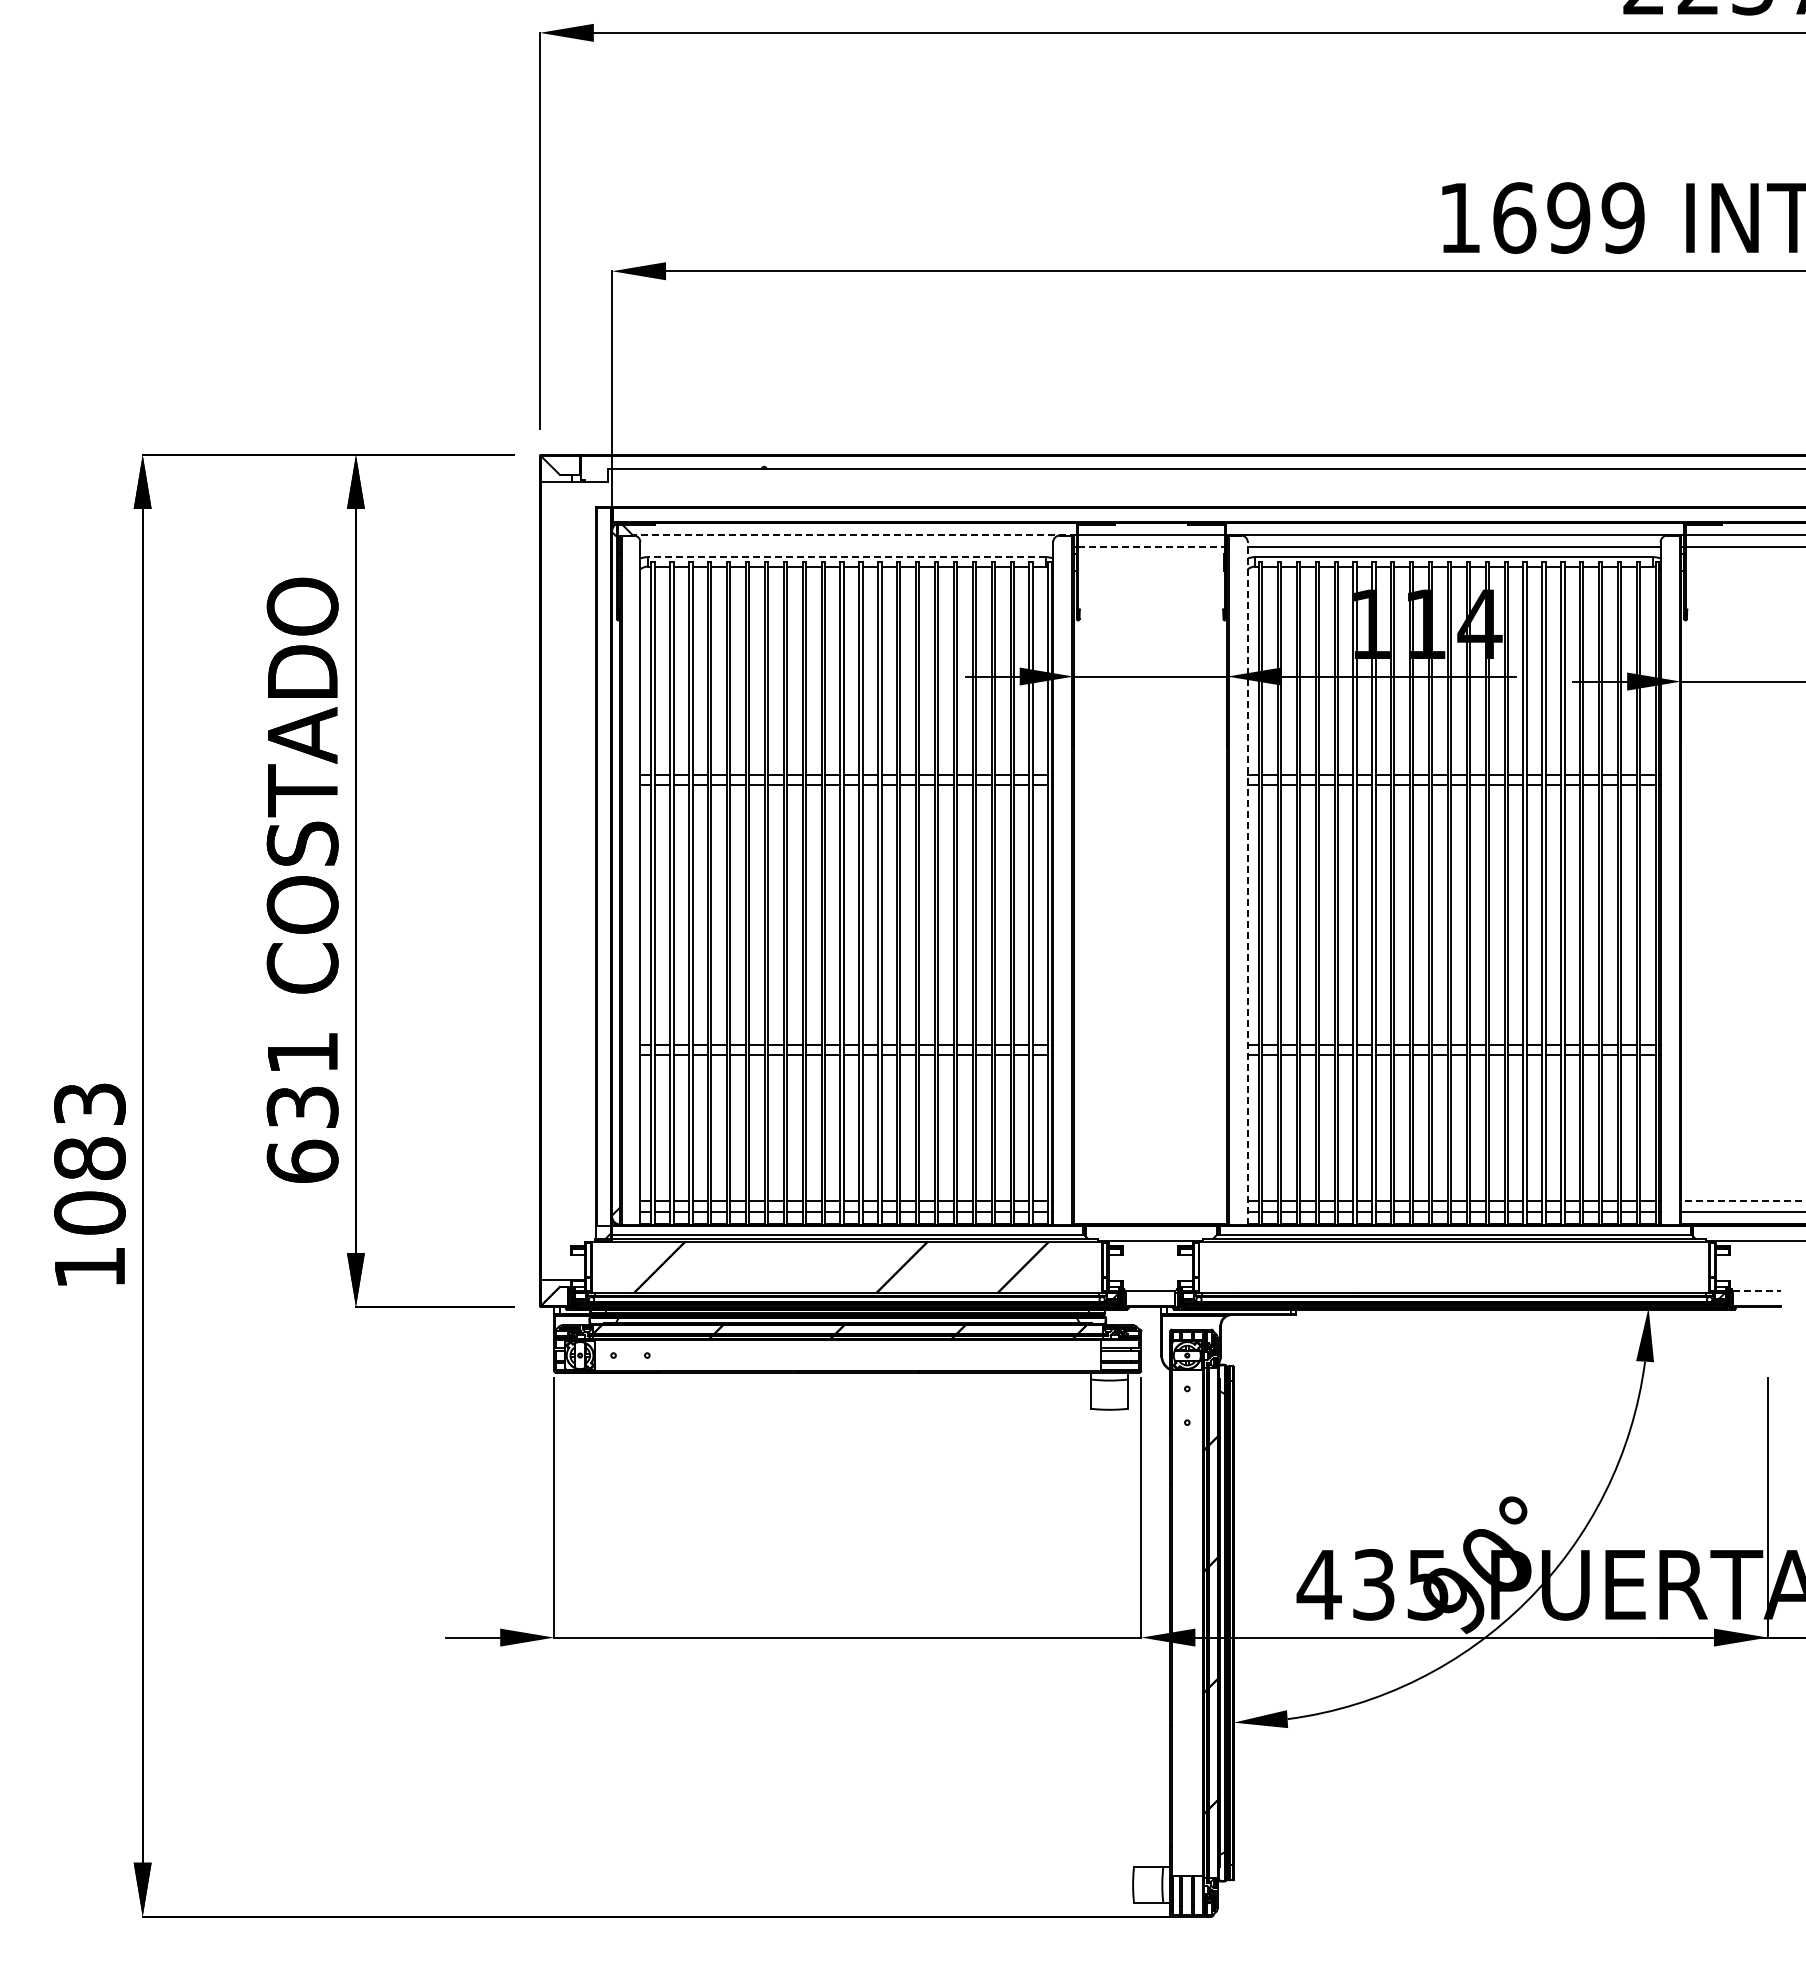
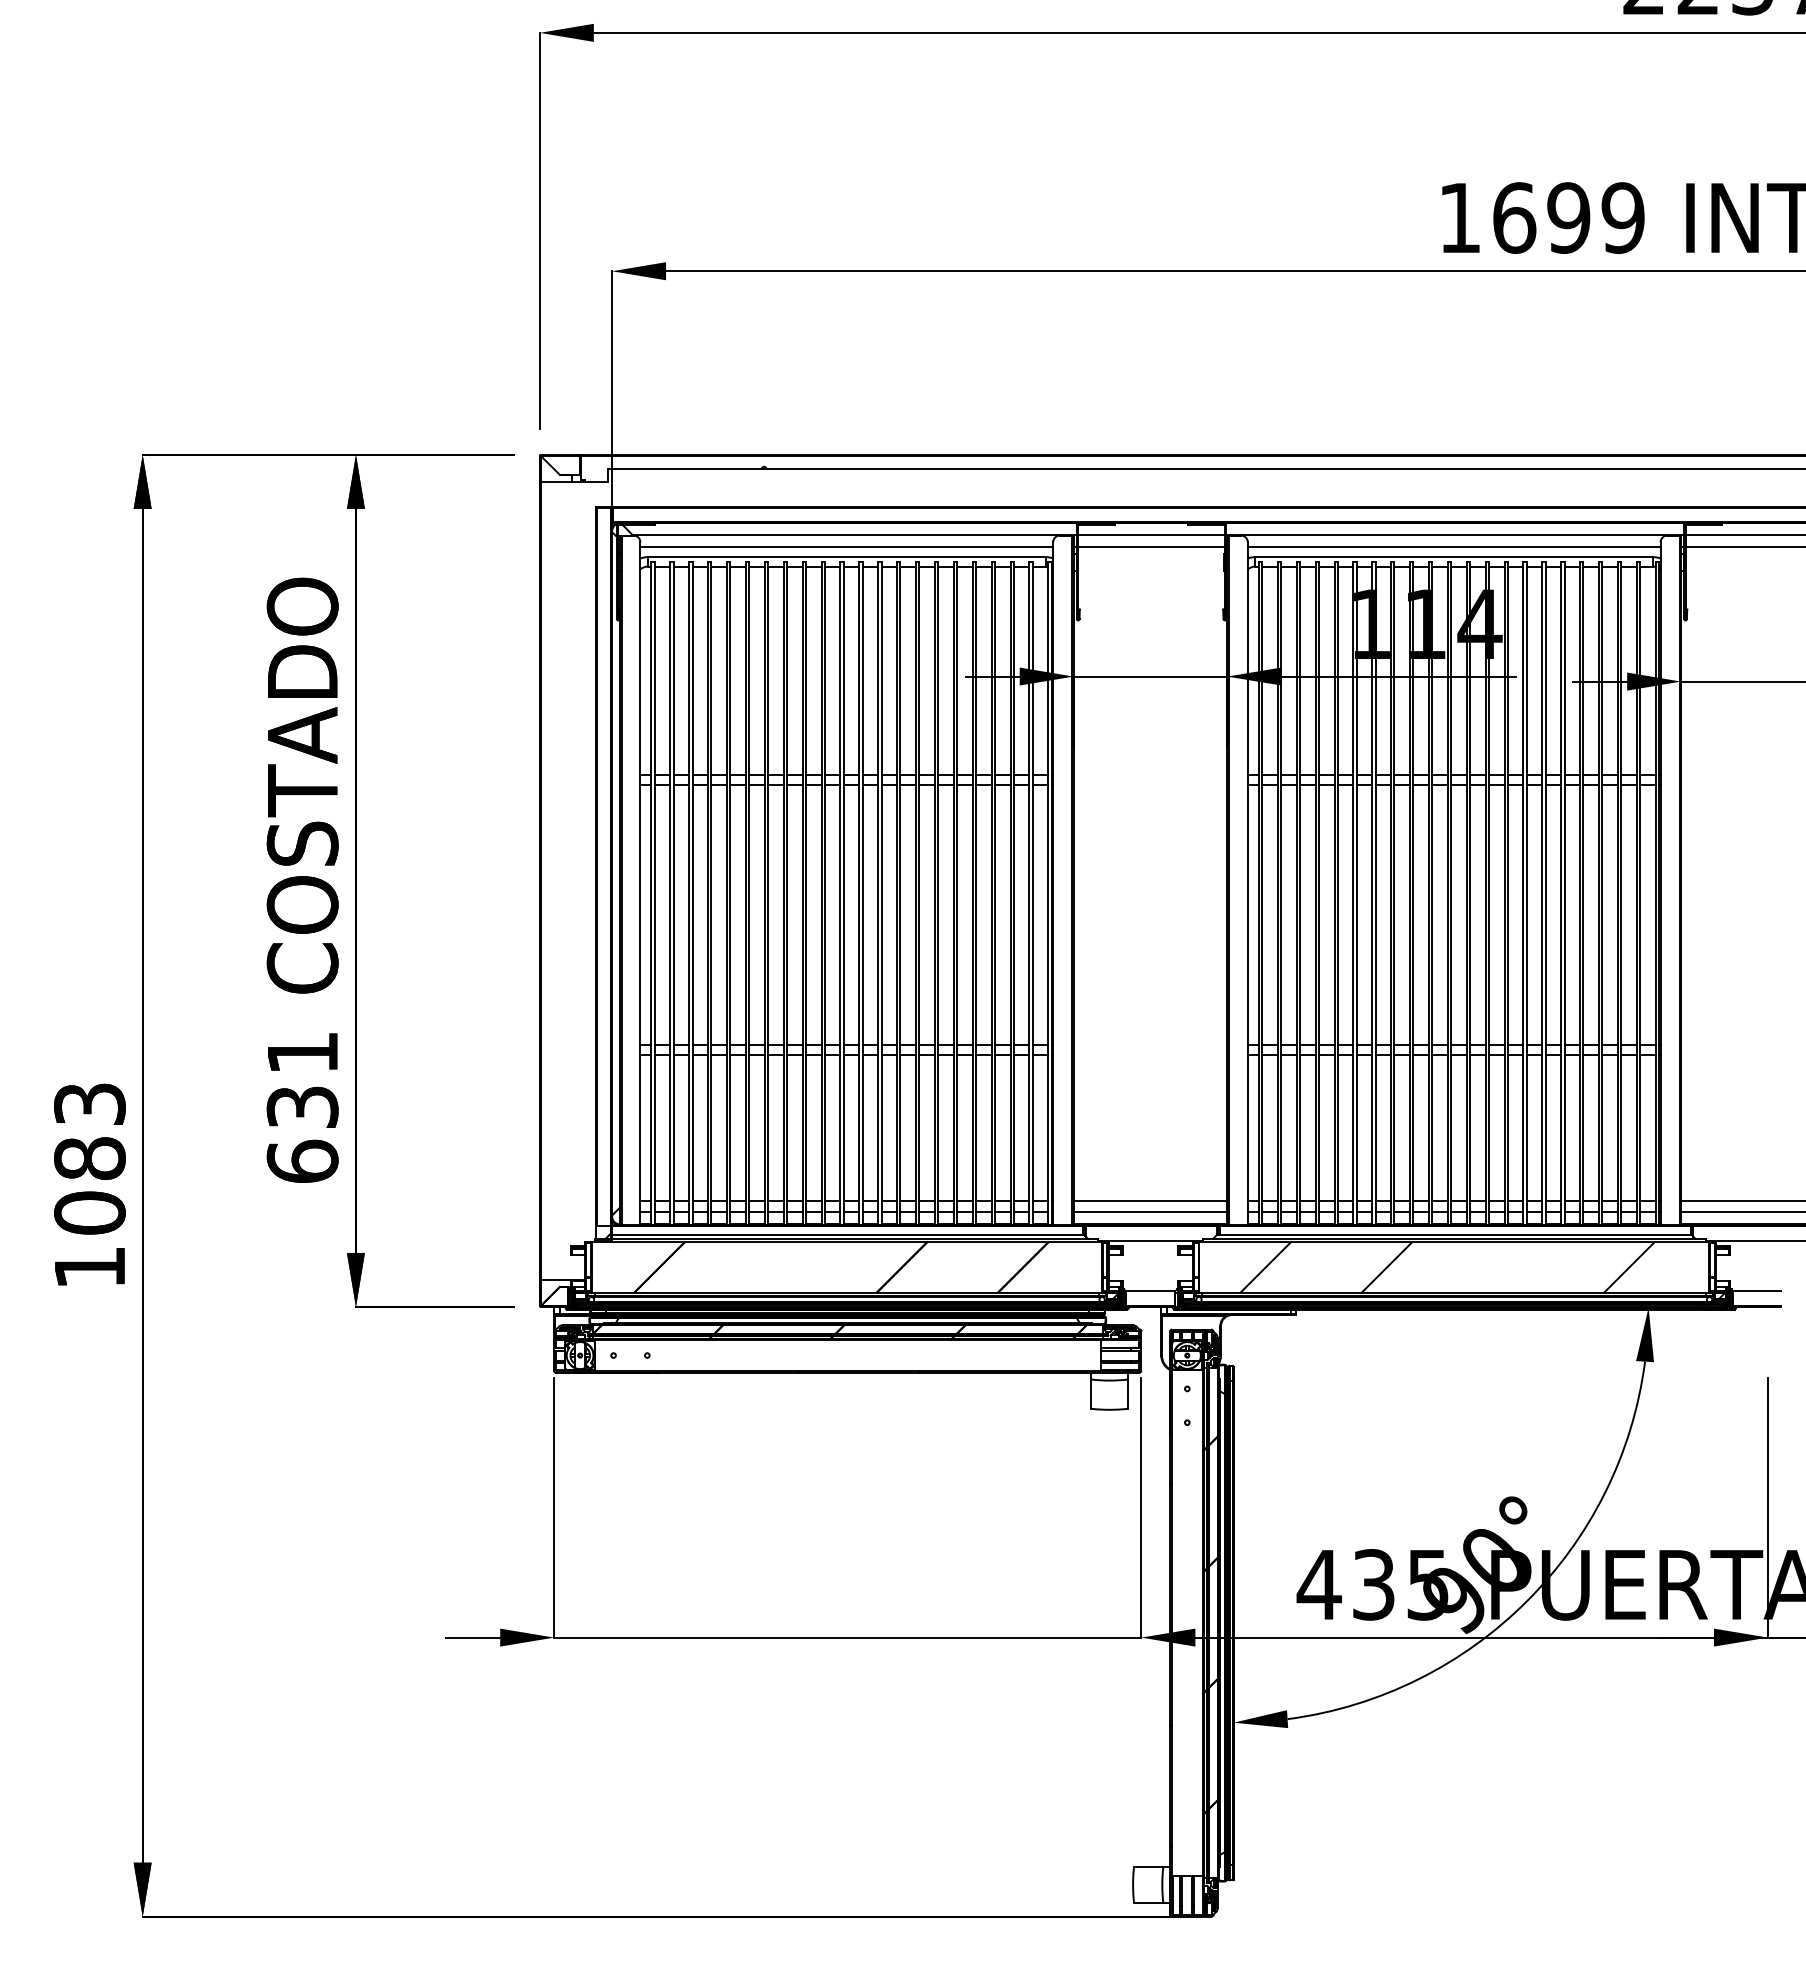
line at (854, 535): dashed -> solid
line at (846, 546): none -> present
line at (1152, 546): dashed -> solid
line at (846, 557): dashed -> solid
line at (1247, 883): dashed -> solid
line at (1150, 1200): none -> present
line at (1742, 1200): dashed -> solid
line at (1150, 1212): none -> present
hatch at (1447, 1266): none -> present
line at (1757, 1291): dashed -> solid
